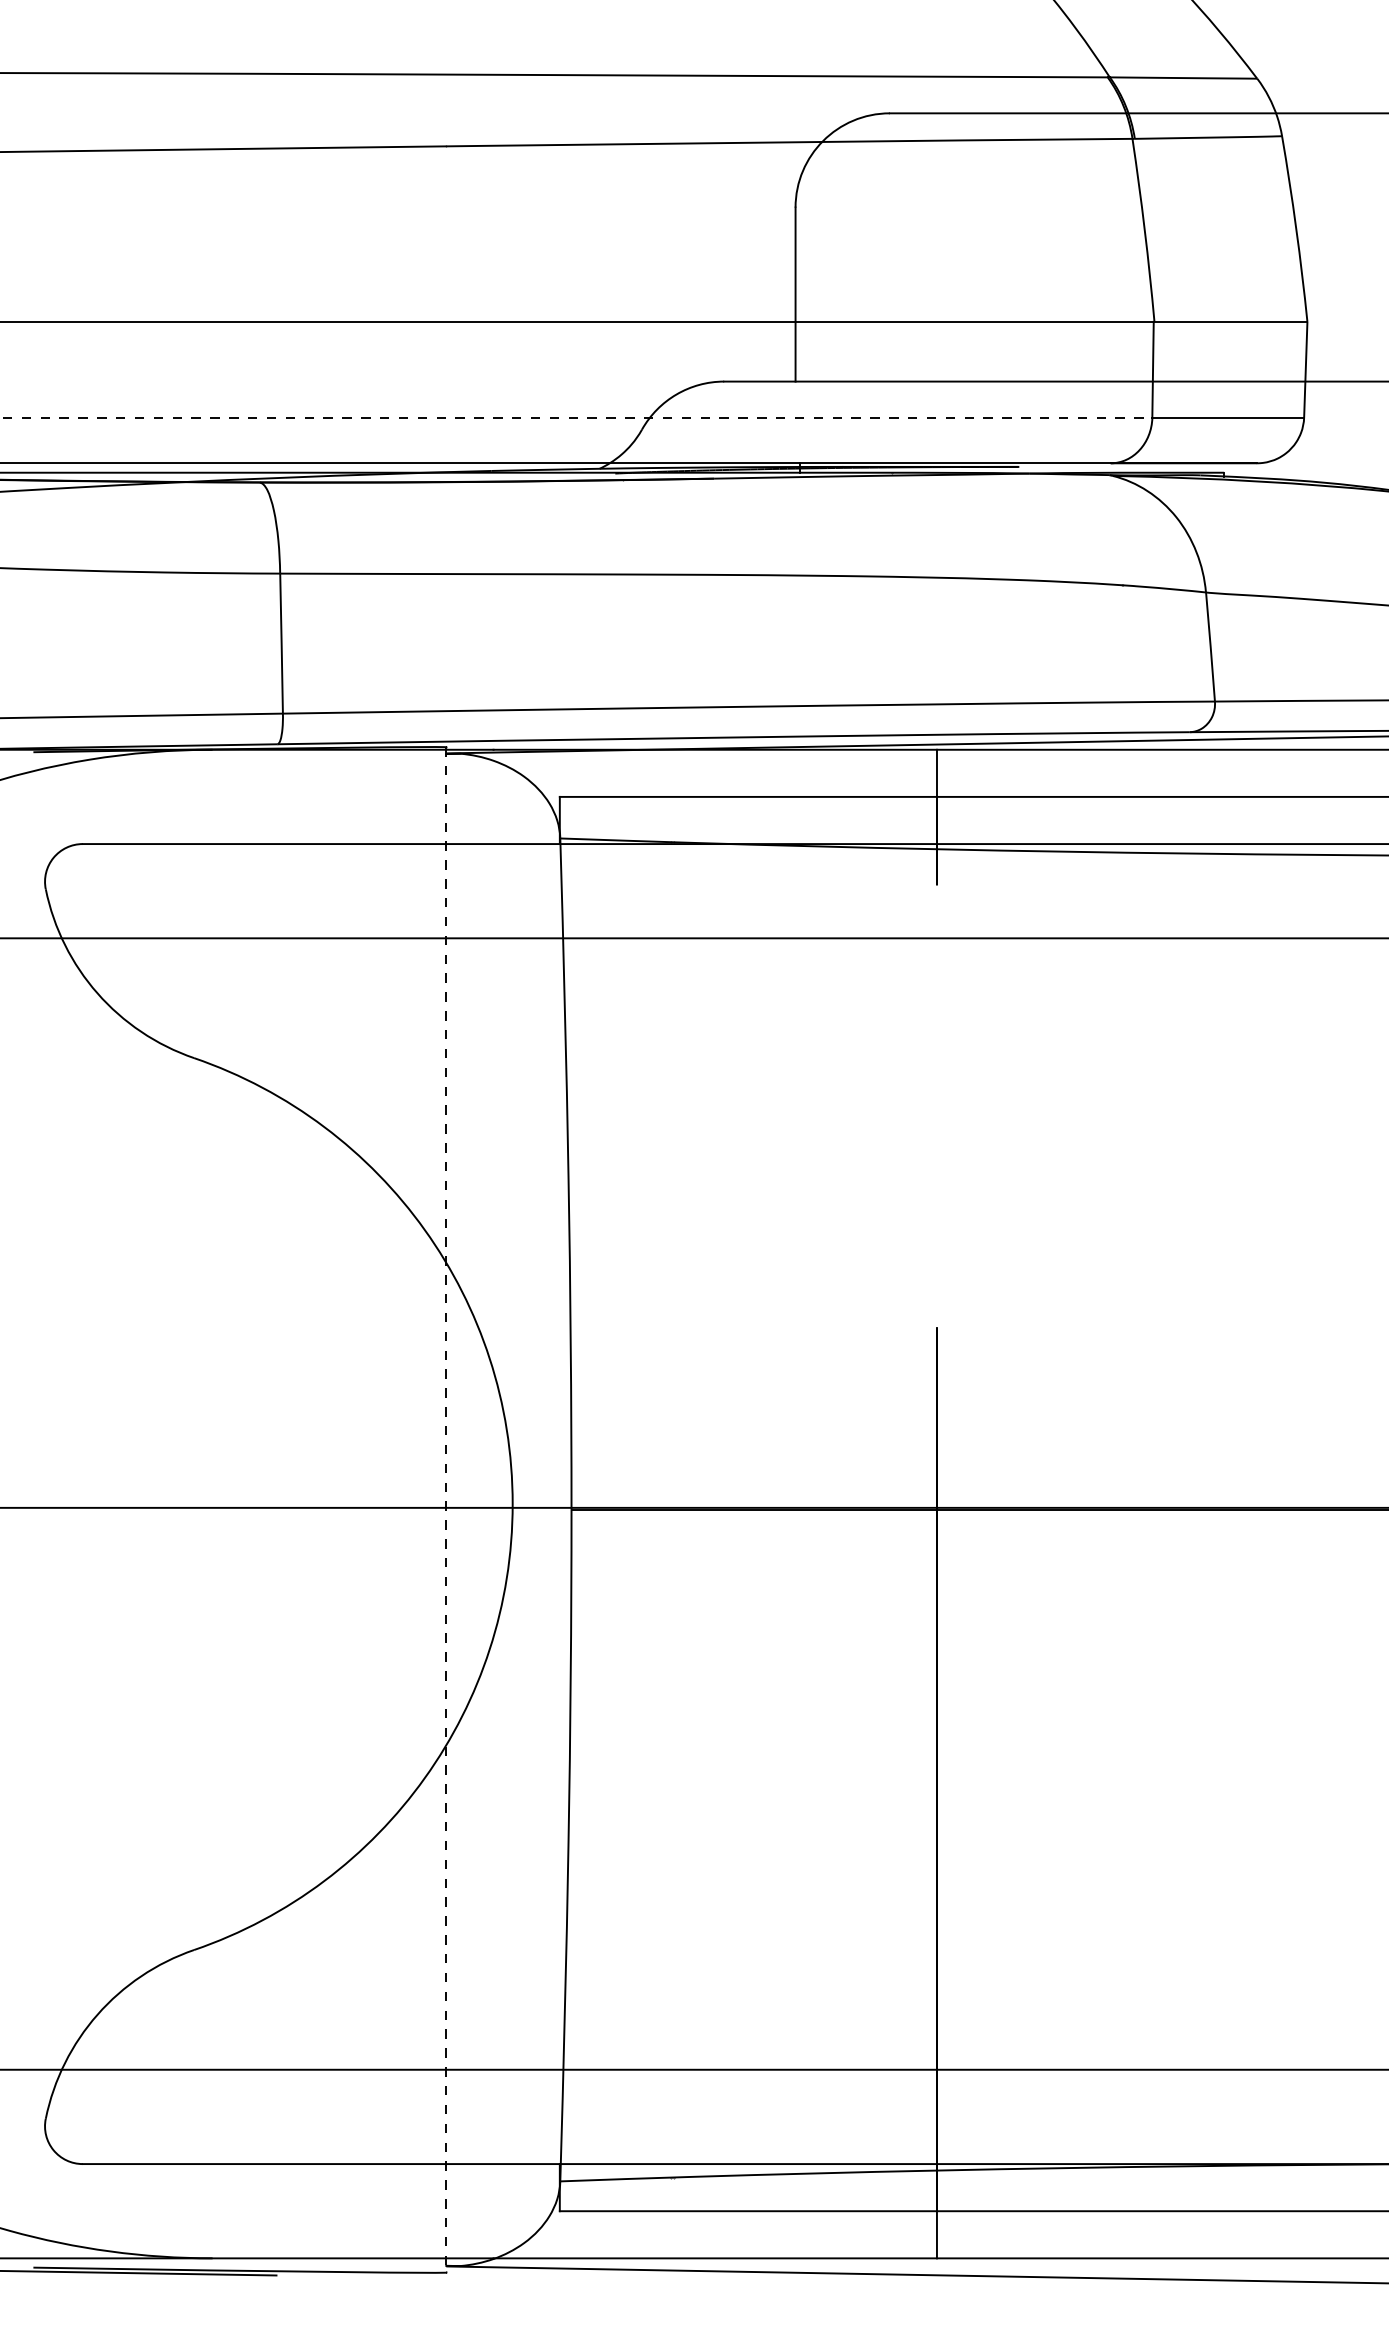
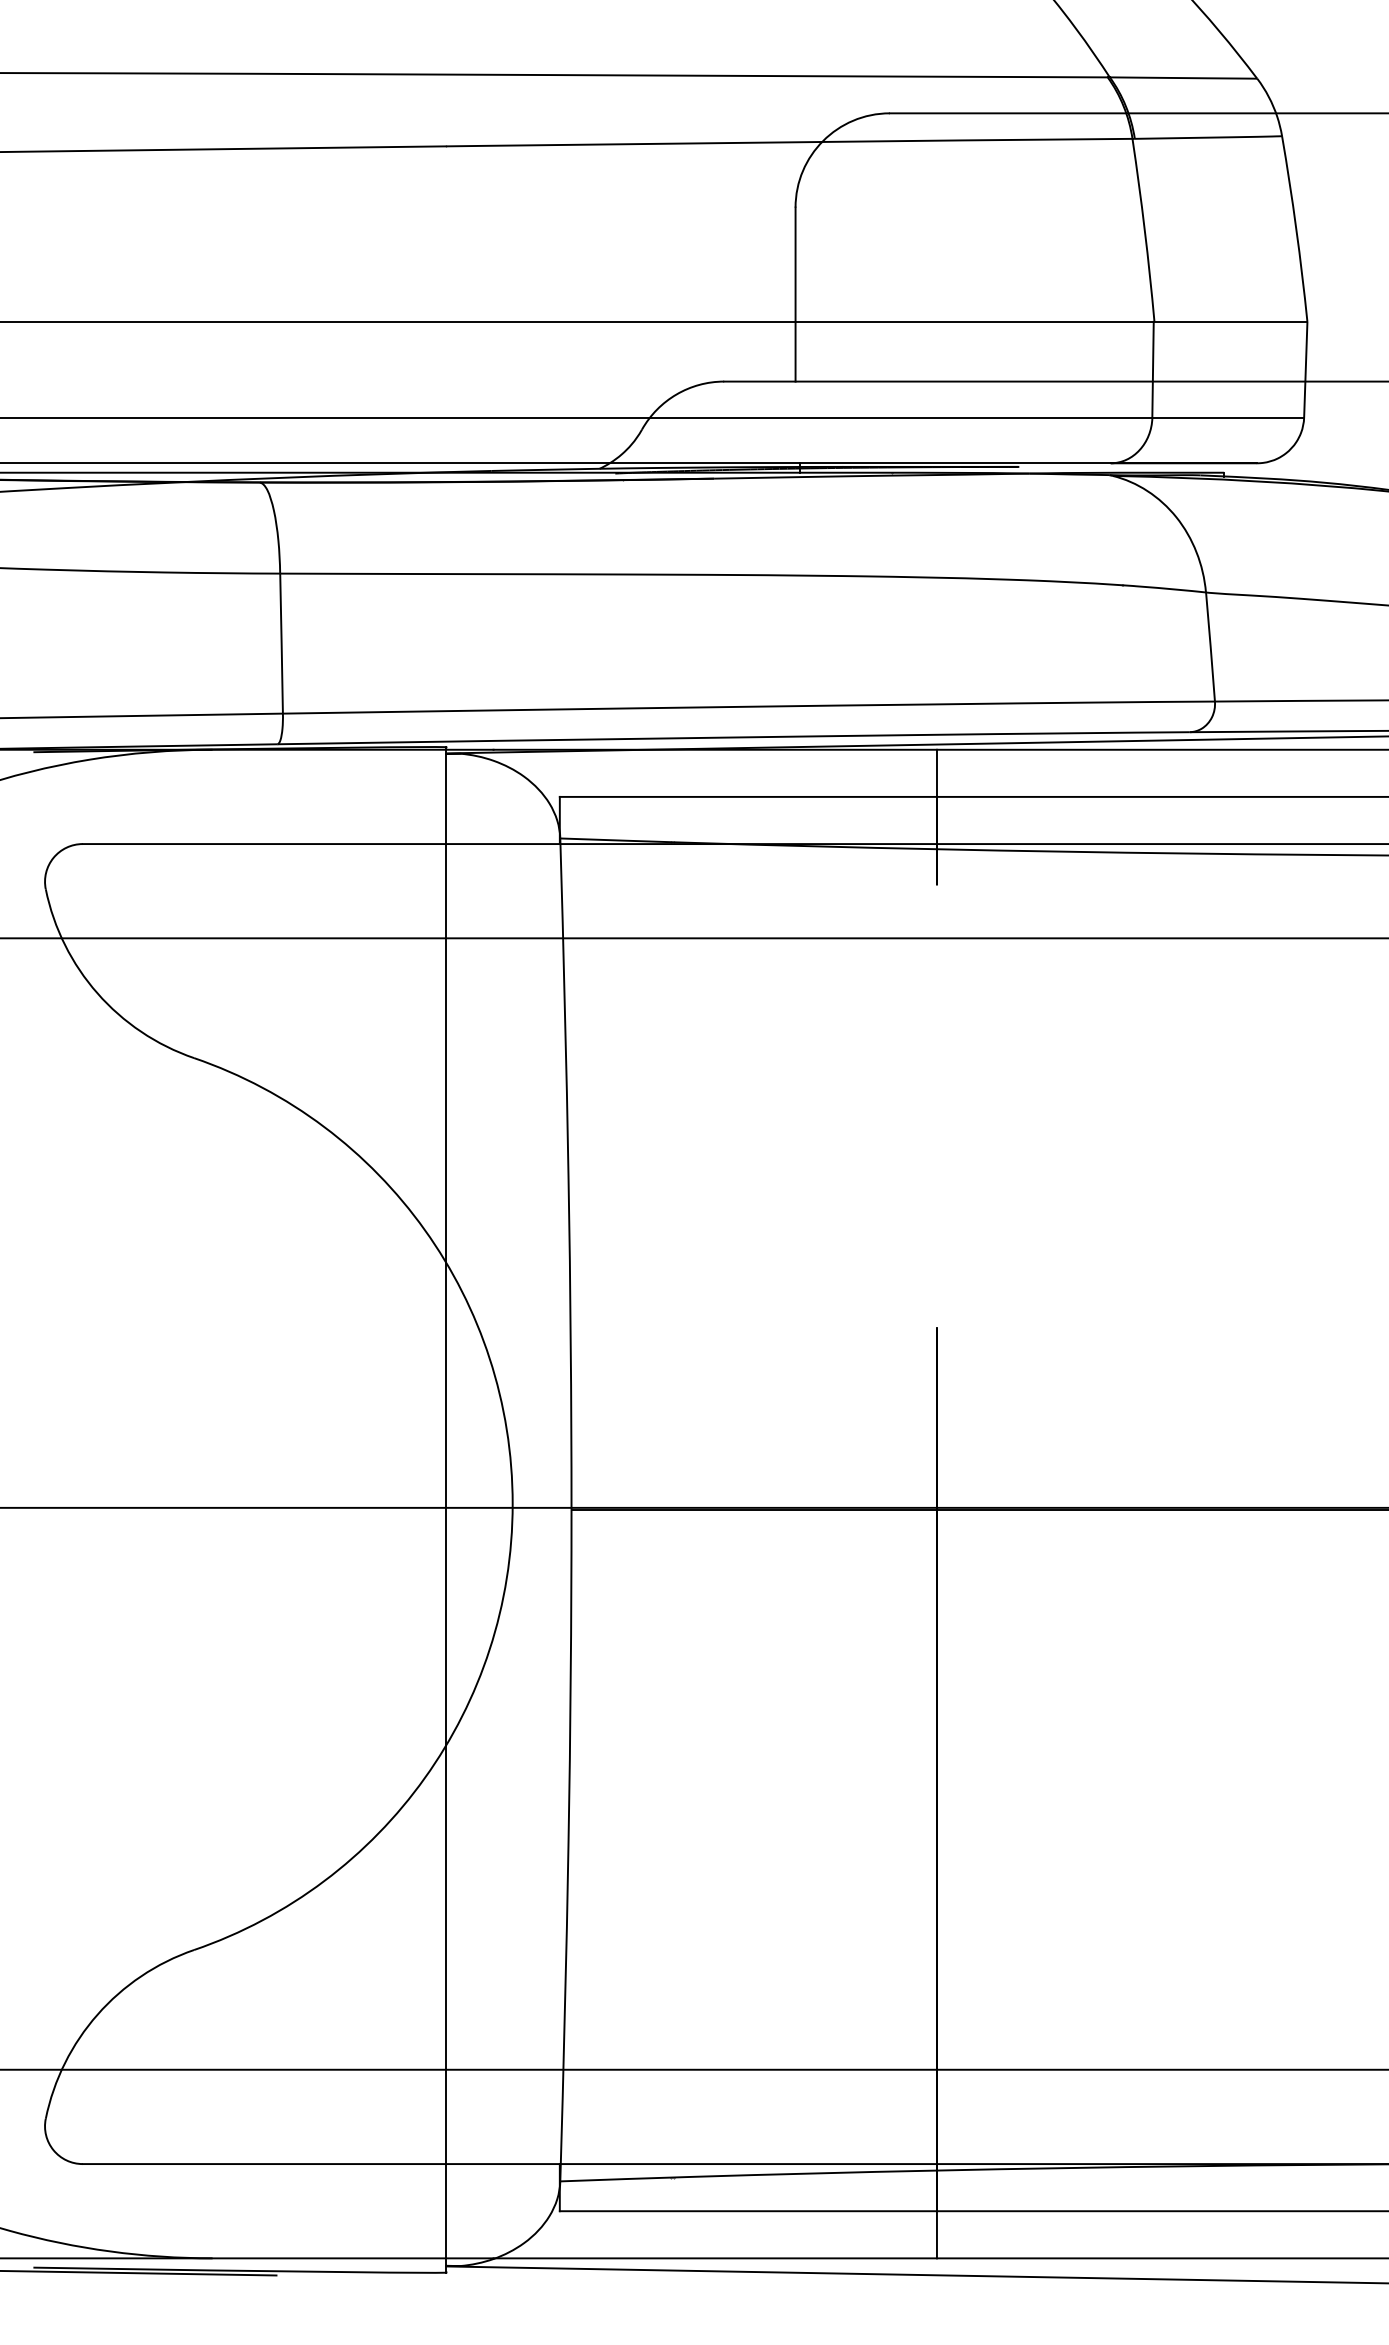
line at (576, 417): dashed -> solid
line at (446, 1509): dashed -> solid
